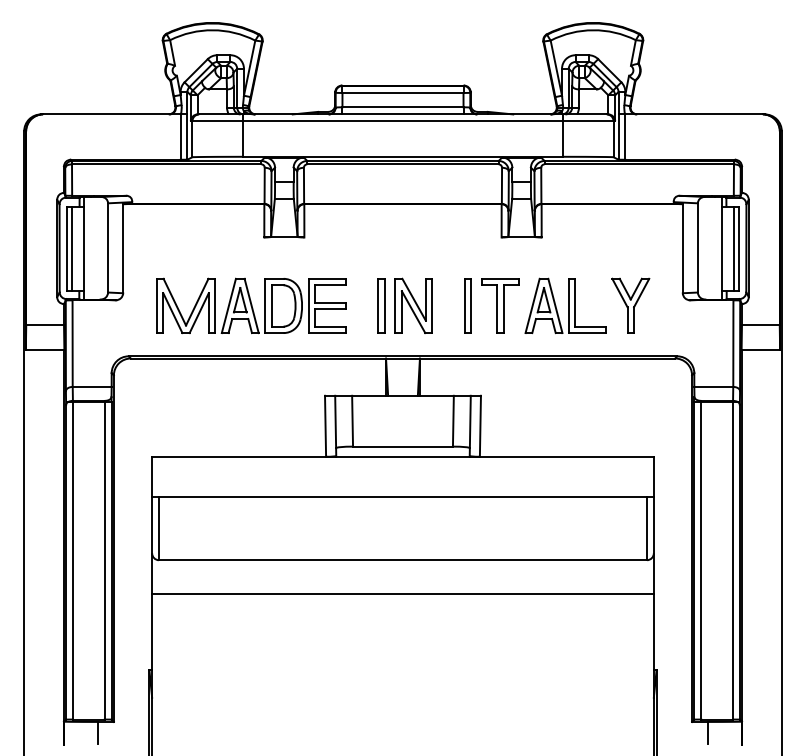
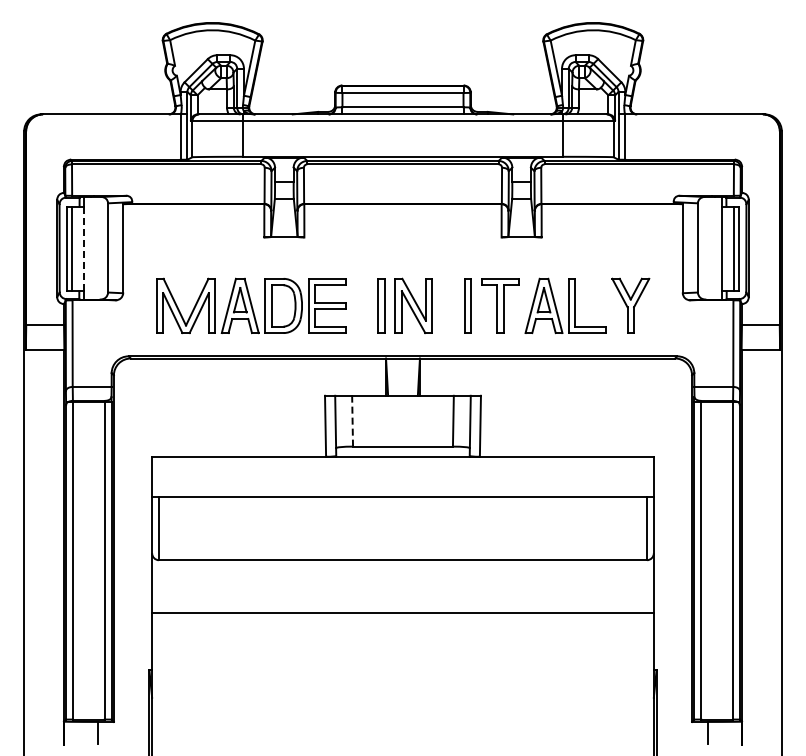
line at (84, 249): solid -> dashed
line at (352, 420): solid -> dashed
line at (402, 594) position: (402, 594) -> (402, 613)
